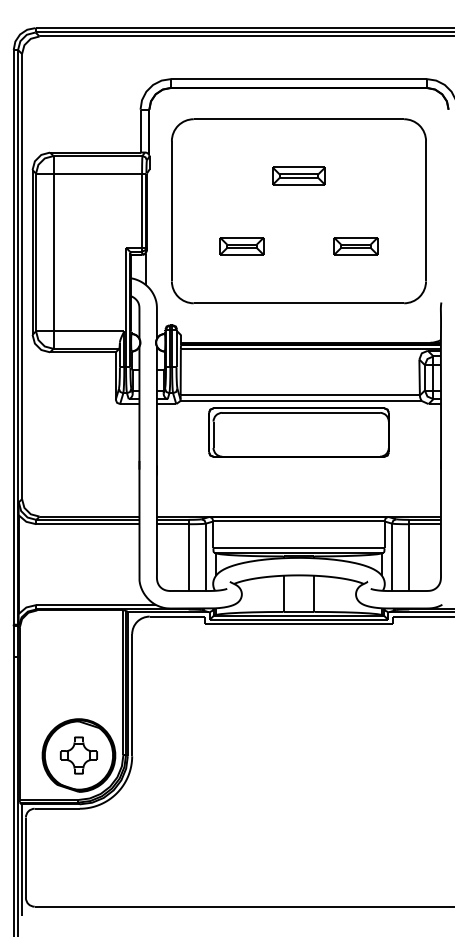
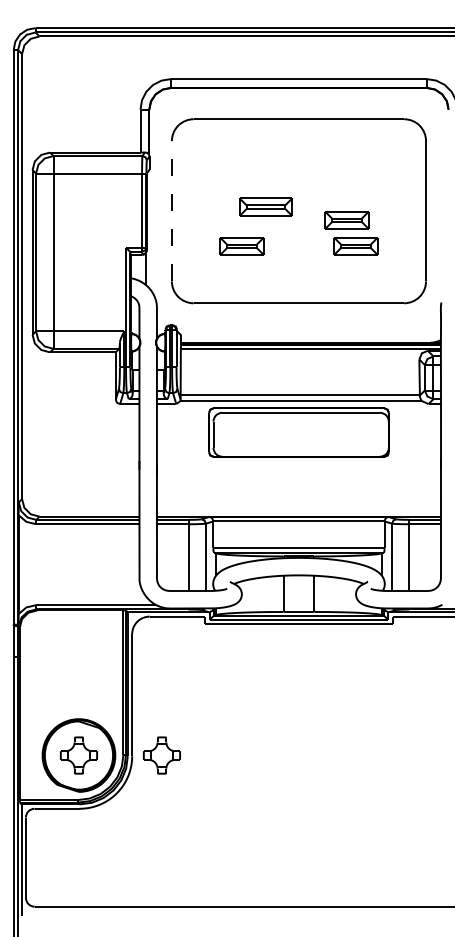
part at (298, 175) position: (298, 175) -> (265, 206)
line at (171, 210): solid -> dashed
part at (346, 220): none -> present
part at (161, 755): none -> present
